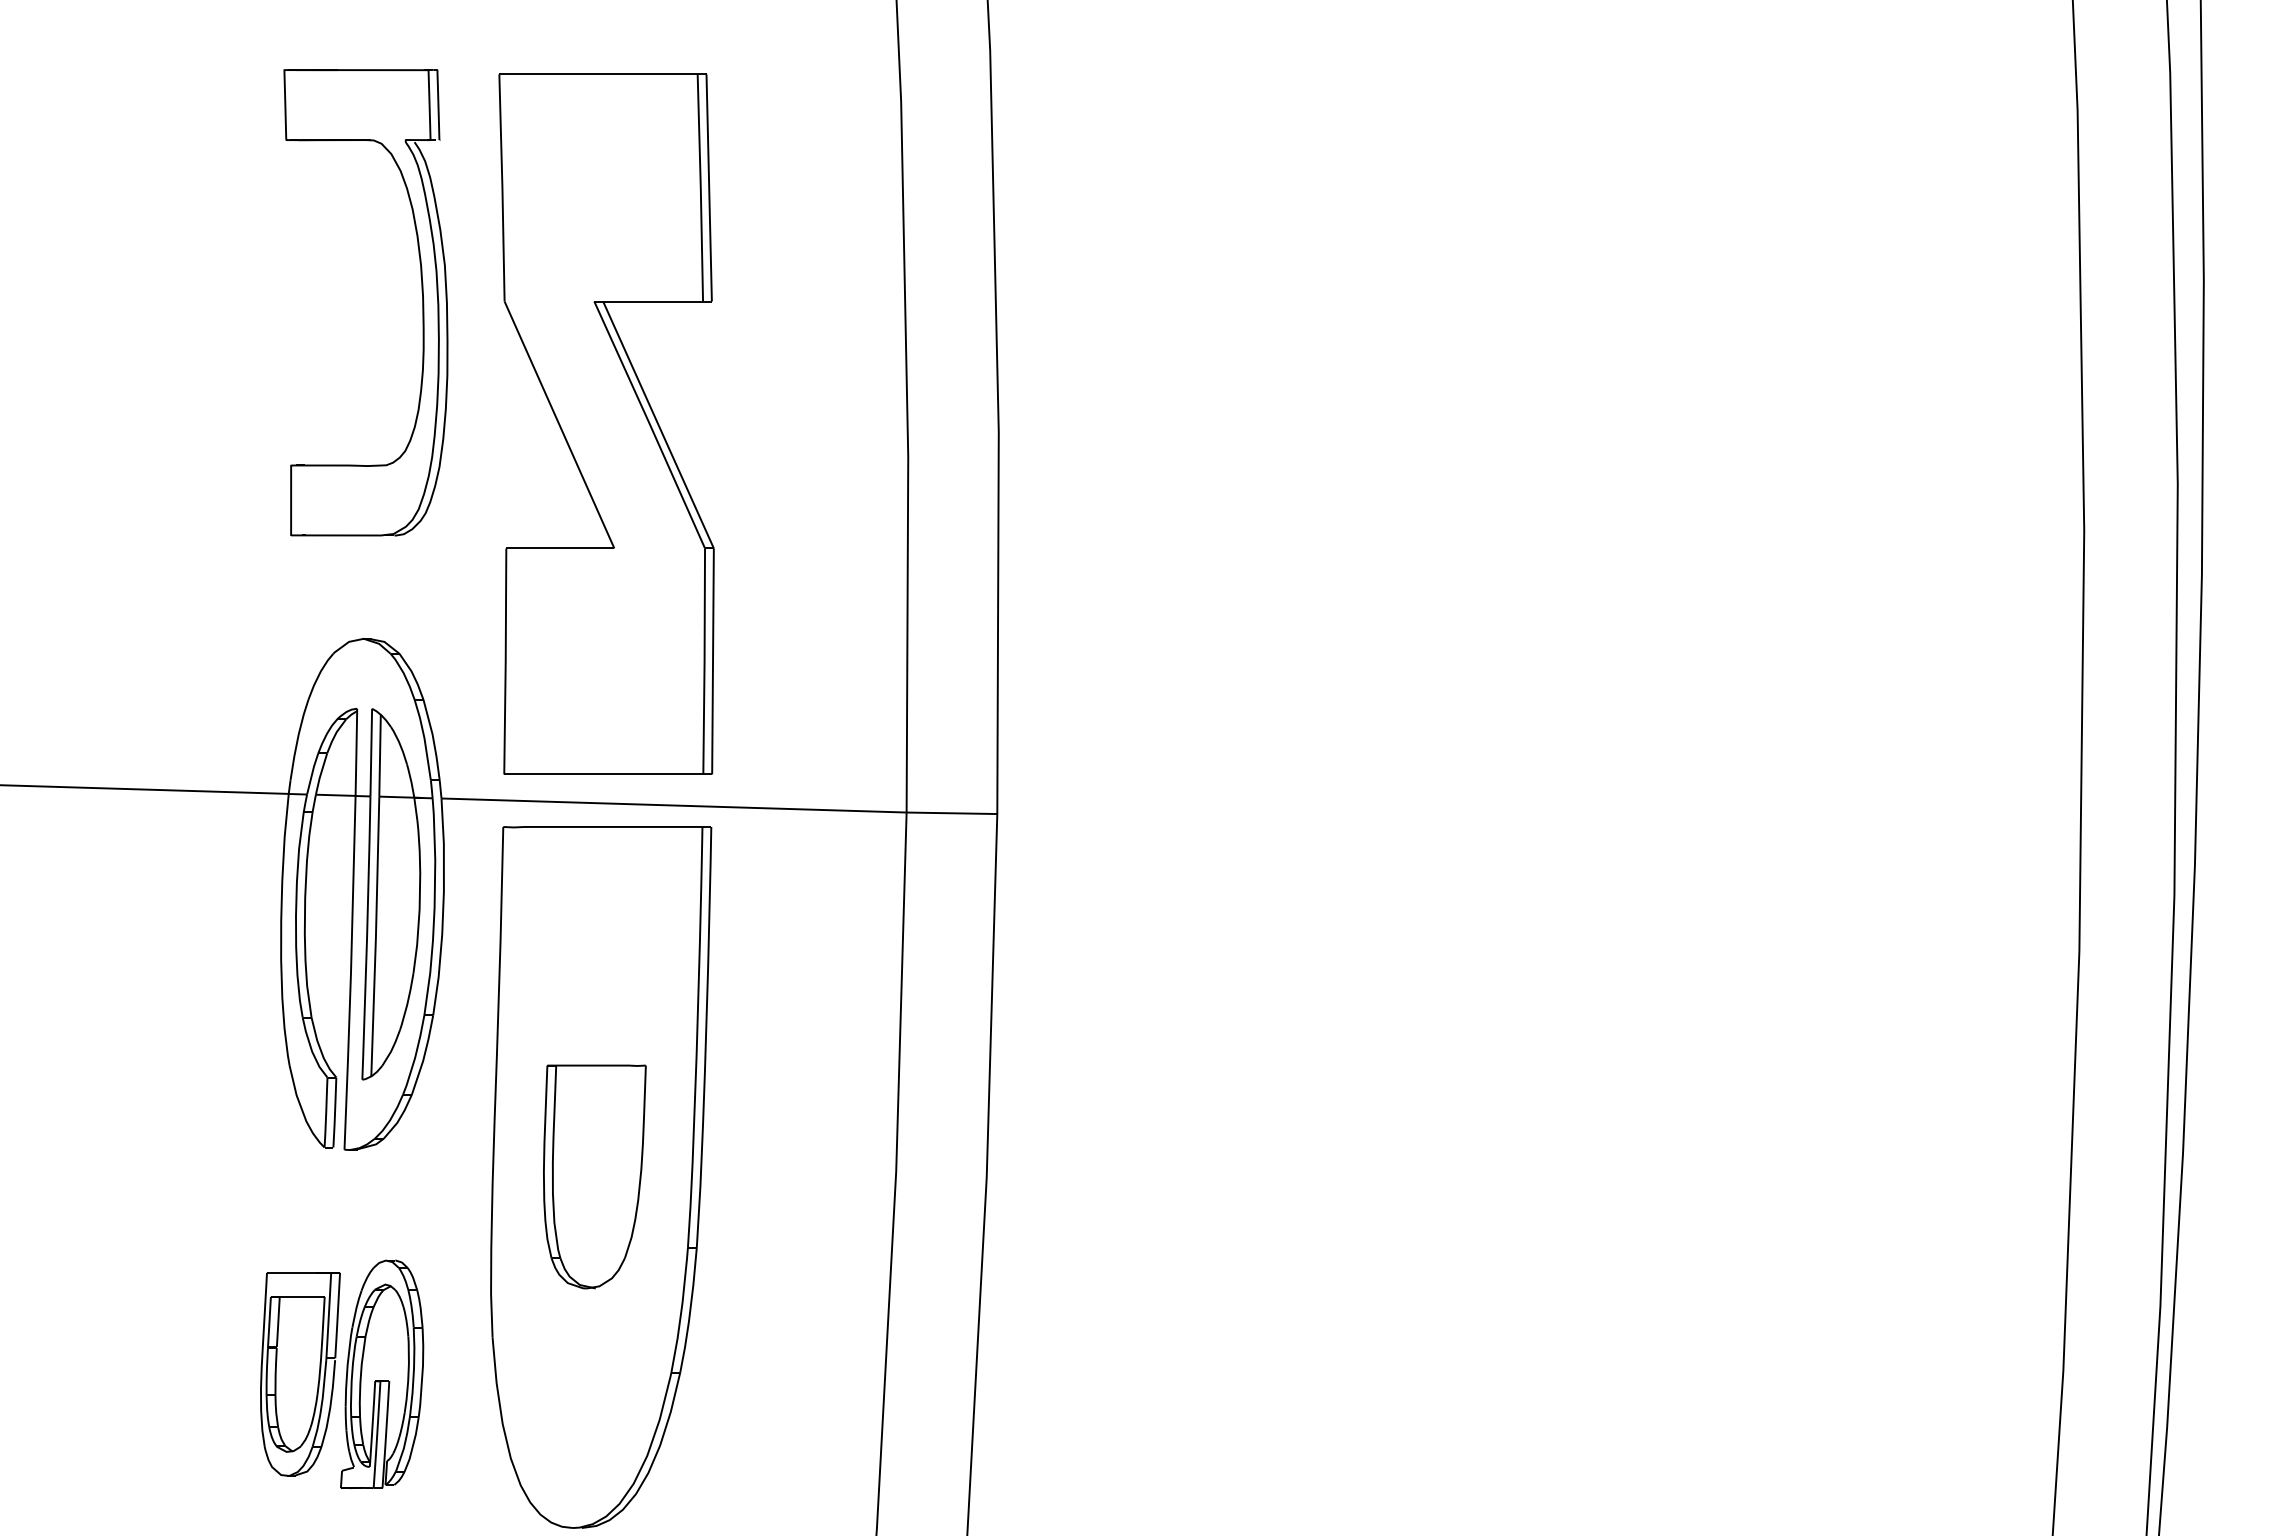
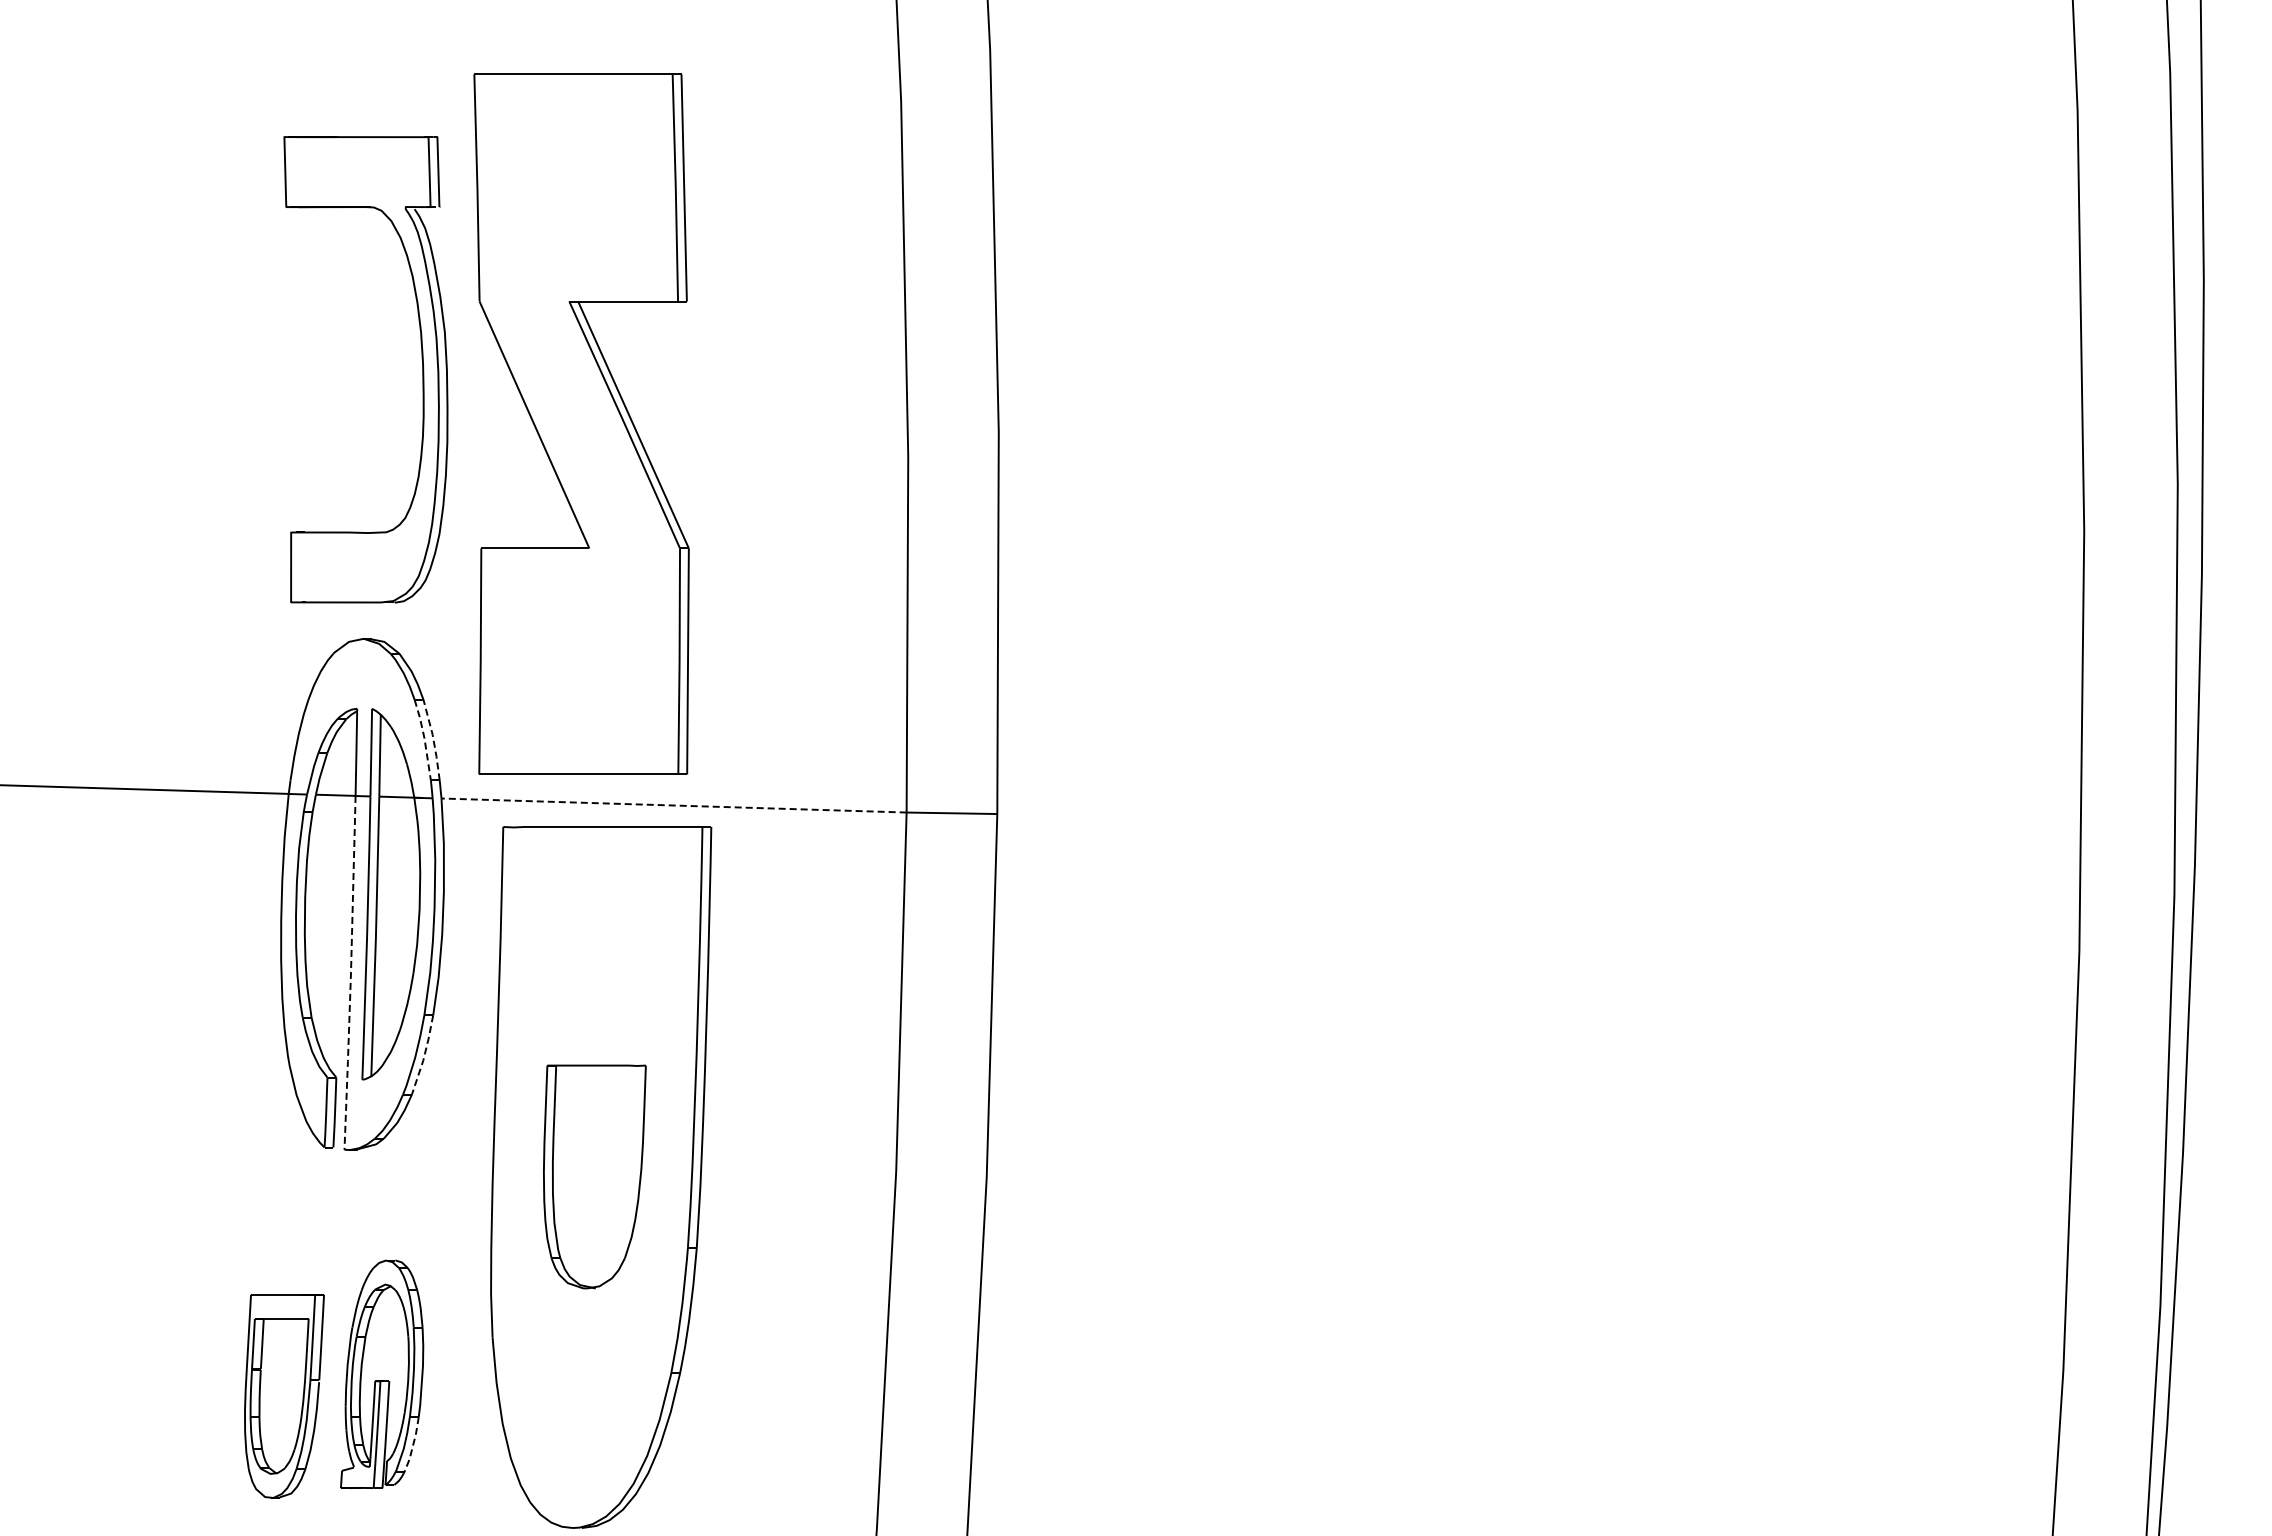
part at (421, 292) position: (421, 292) -> (421, 359)
part at (606, 423) position: (606, 423) -> (581, 423)
line at (424, 739): solid -> dashed
line at (433, 740): solid -> dashed
line at (674, 805): solid -> dashed
line at (350, 973): solid -> dashed
line at (424, 1055): solid -> dashed
part at (300, 1374) position: (300, 1374) -> (284, 1396)
line at (413, 1444): solid -> dashed
